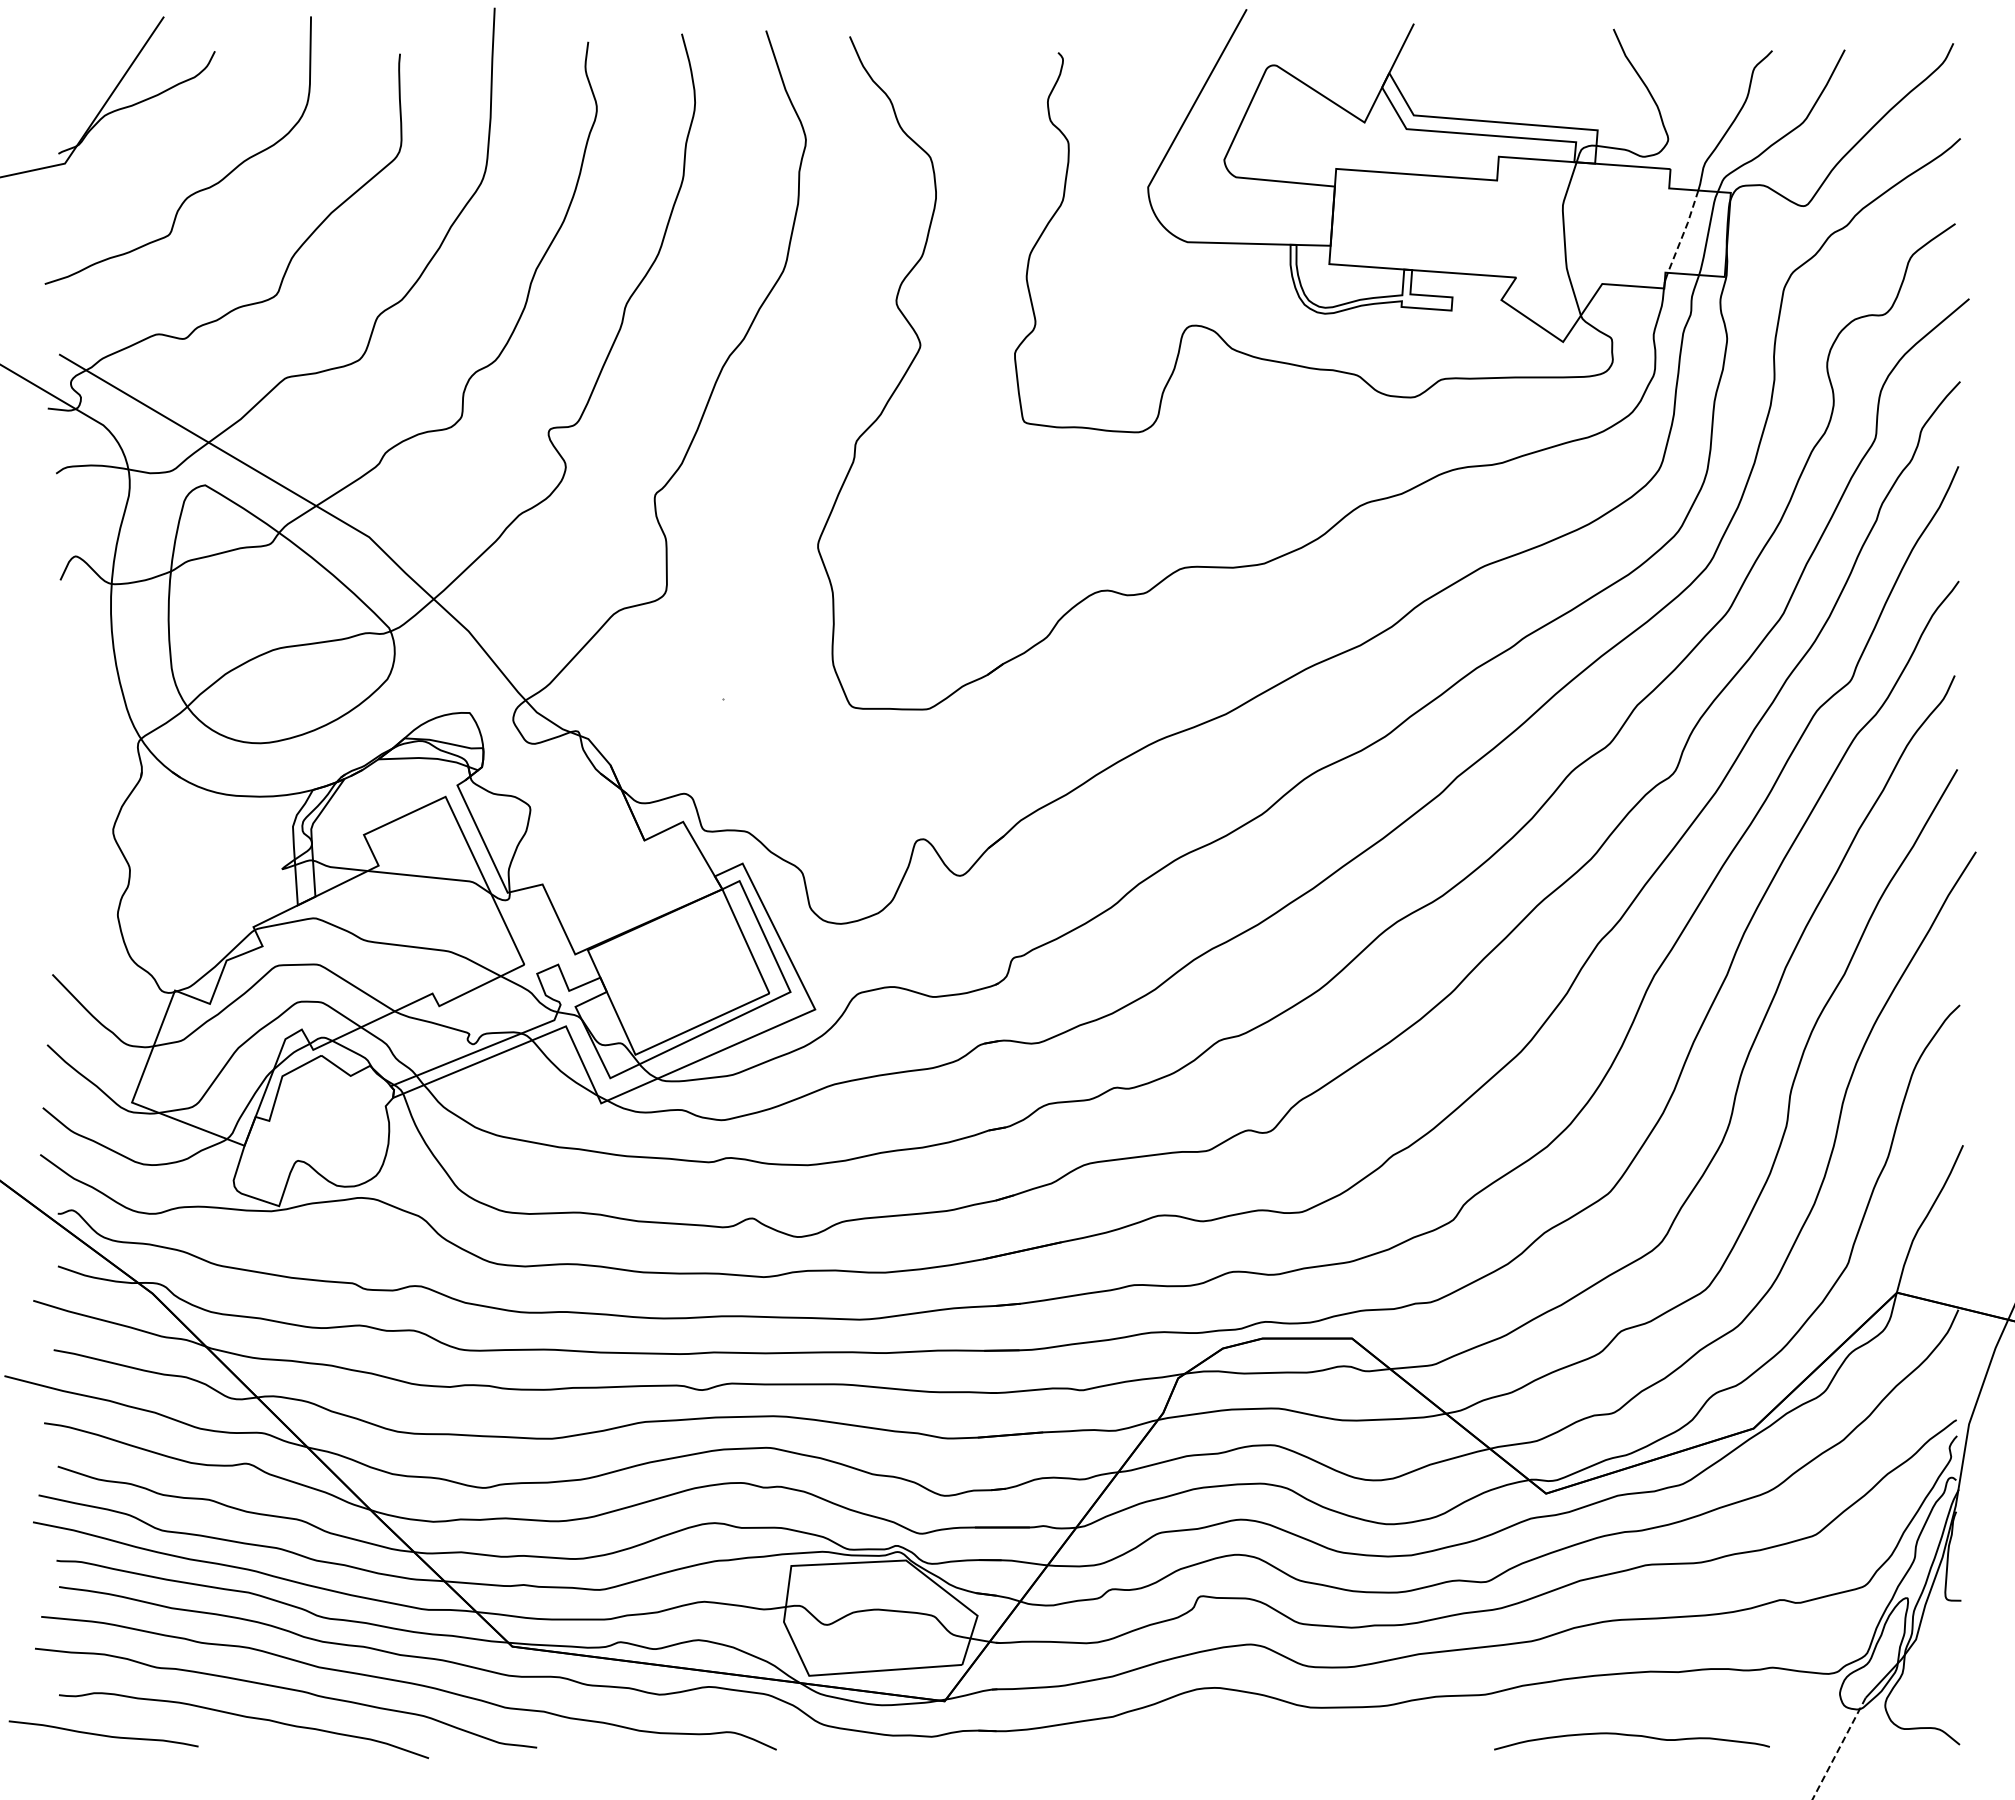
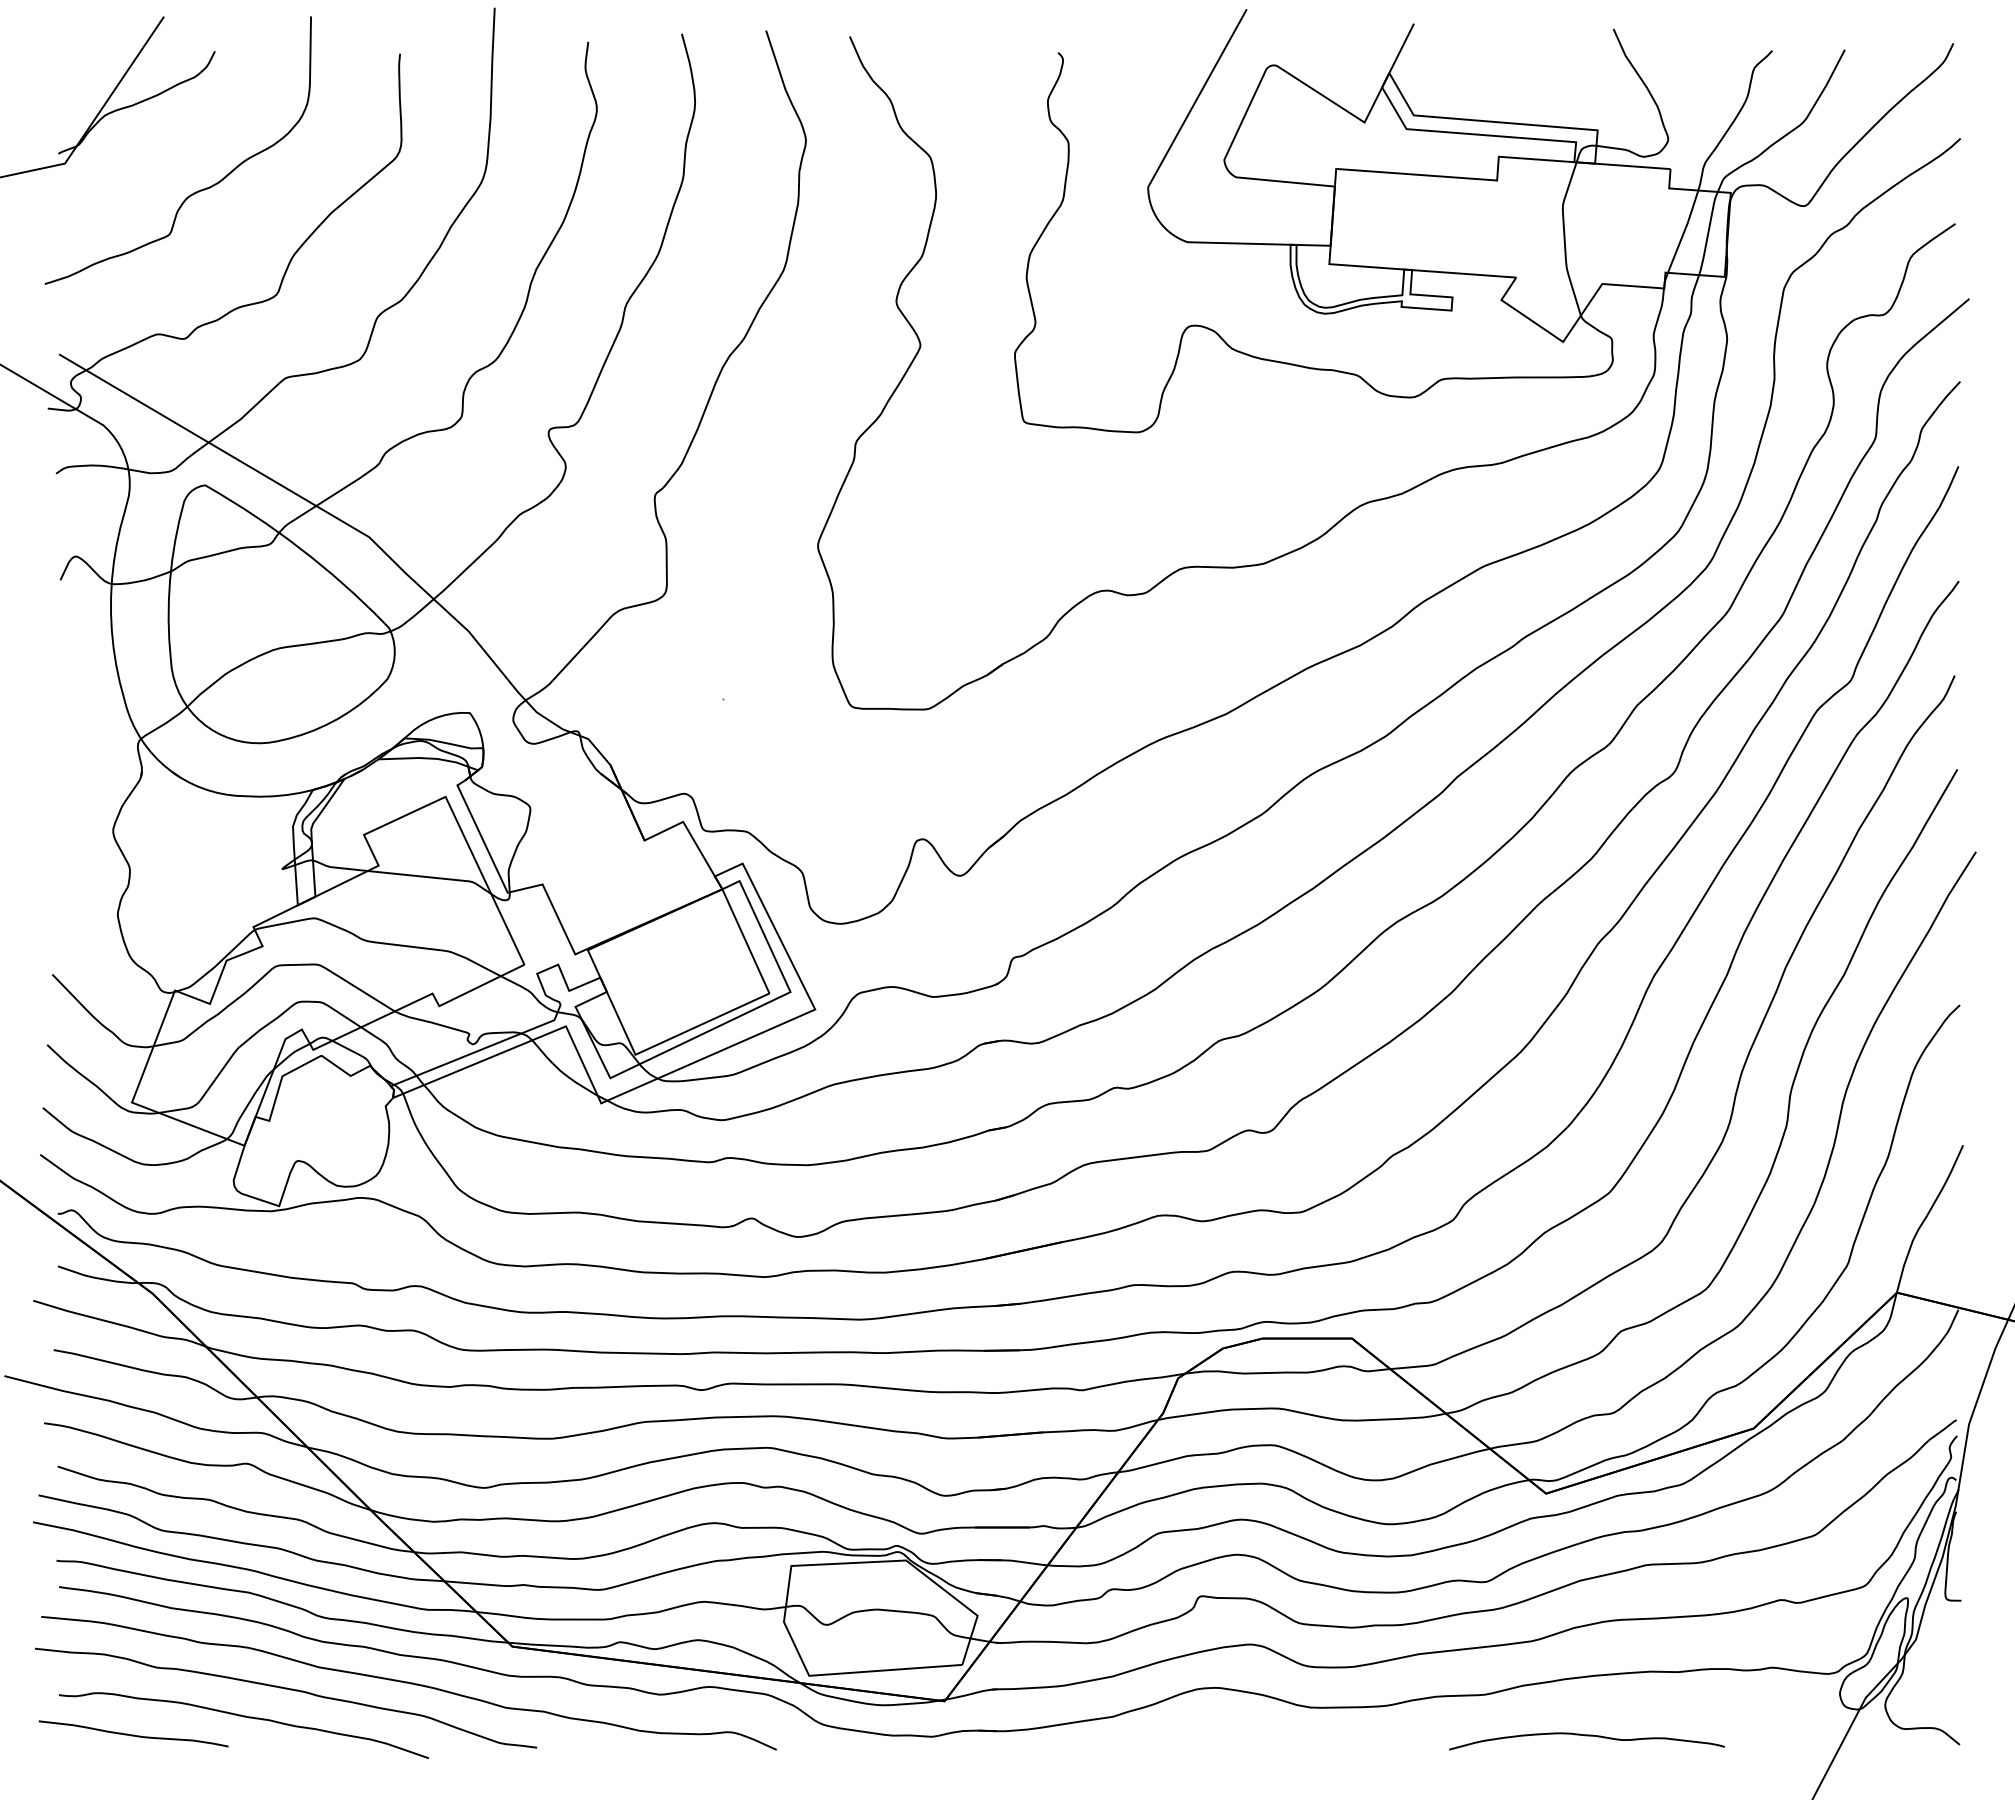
line at (1684, 231): dashed -> solid
curve at (103, 1734) position: (103, 1734) -> (133, 1734)
curve at (1631, 1736) position: (1631, 1736) -> (1586, 1736)
line at (1839, 1748): dashed -> solid
